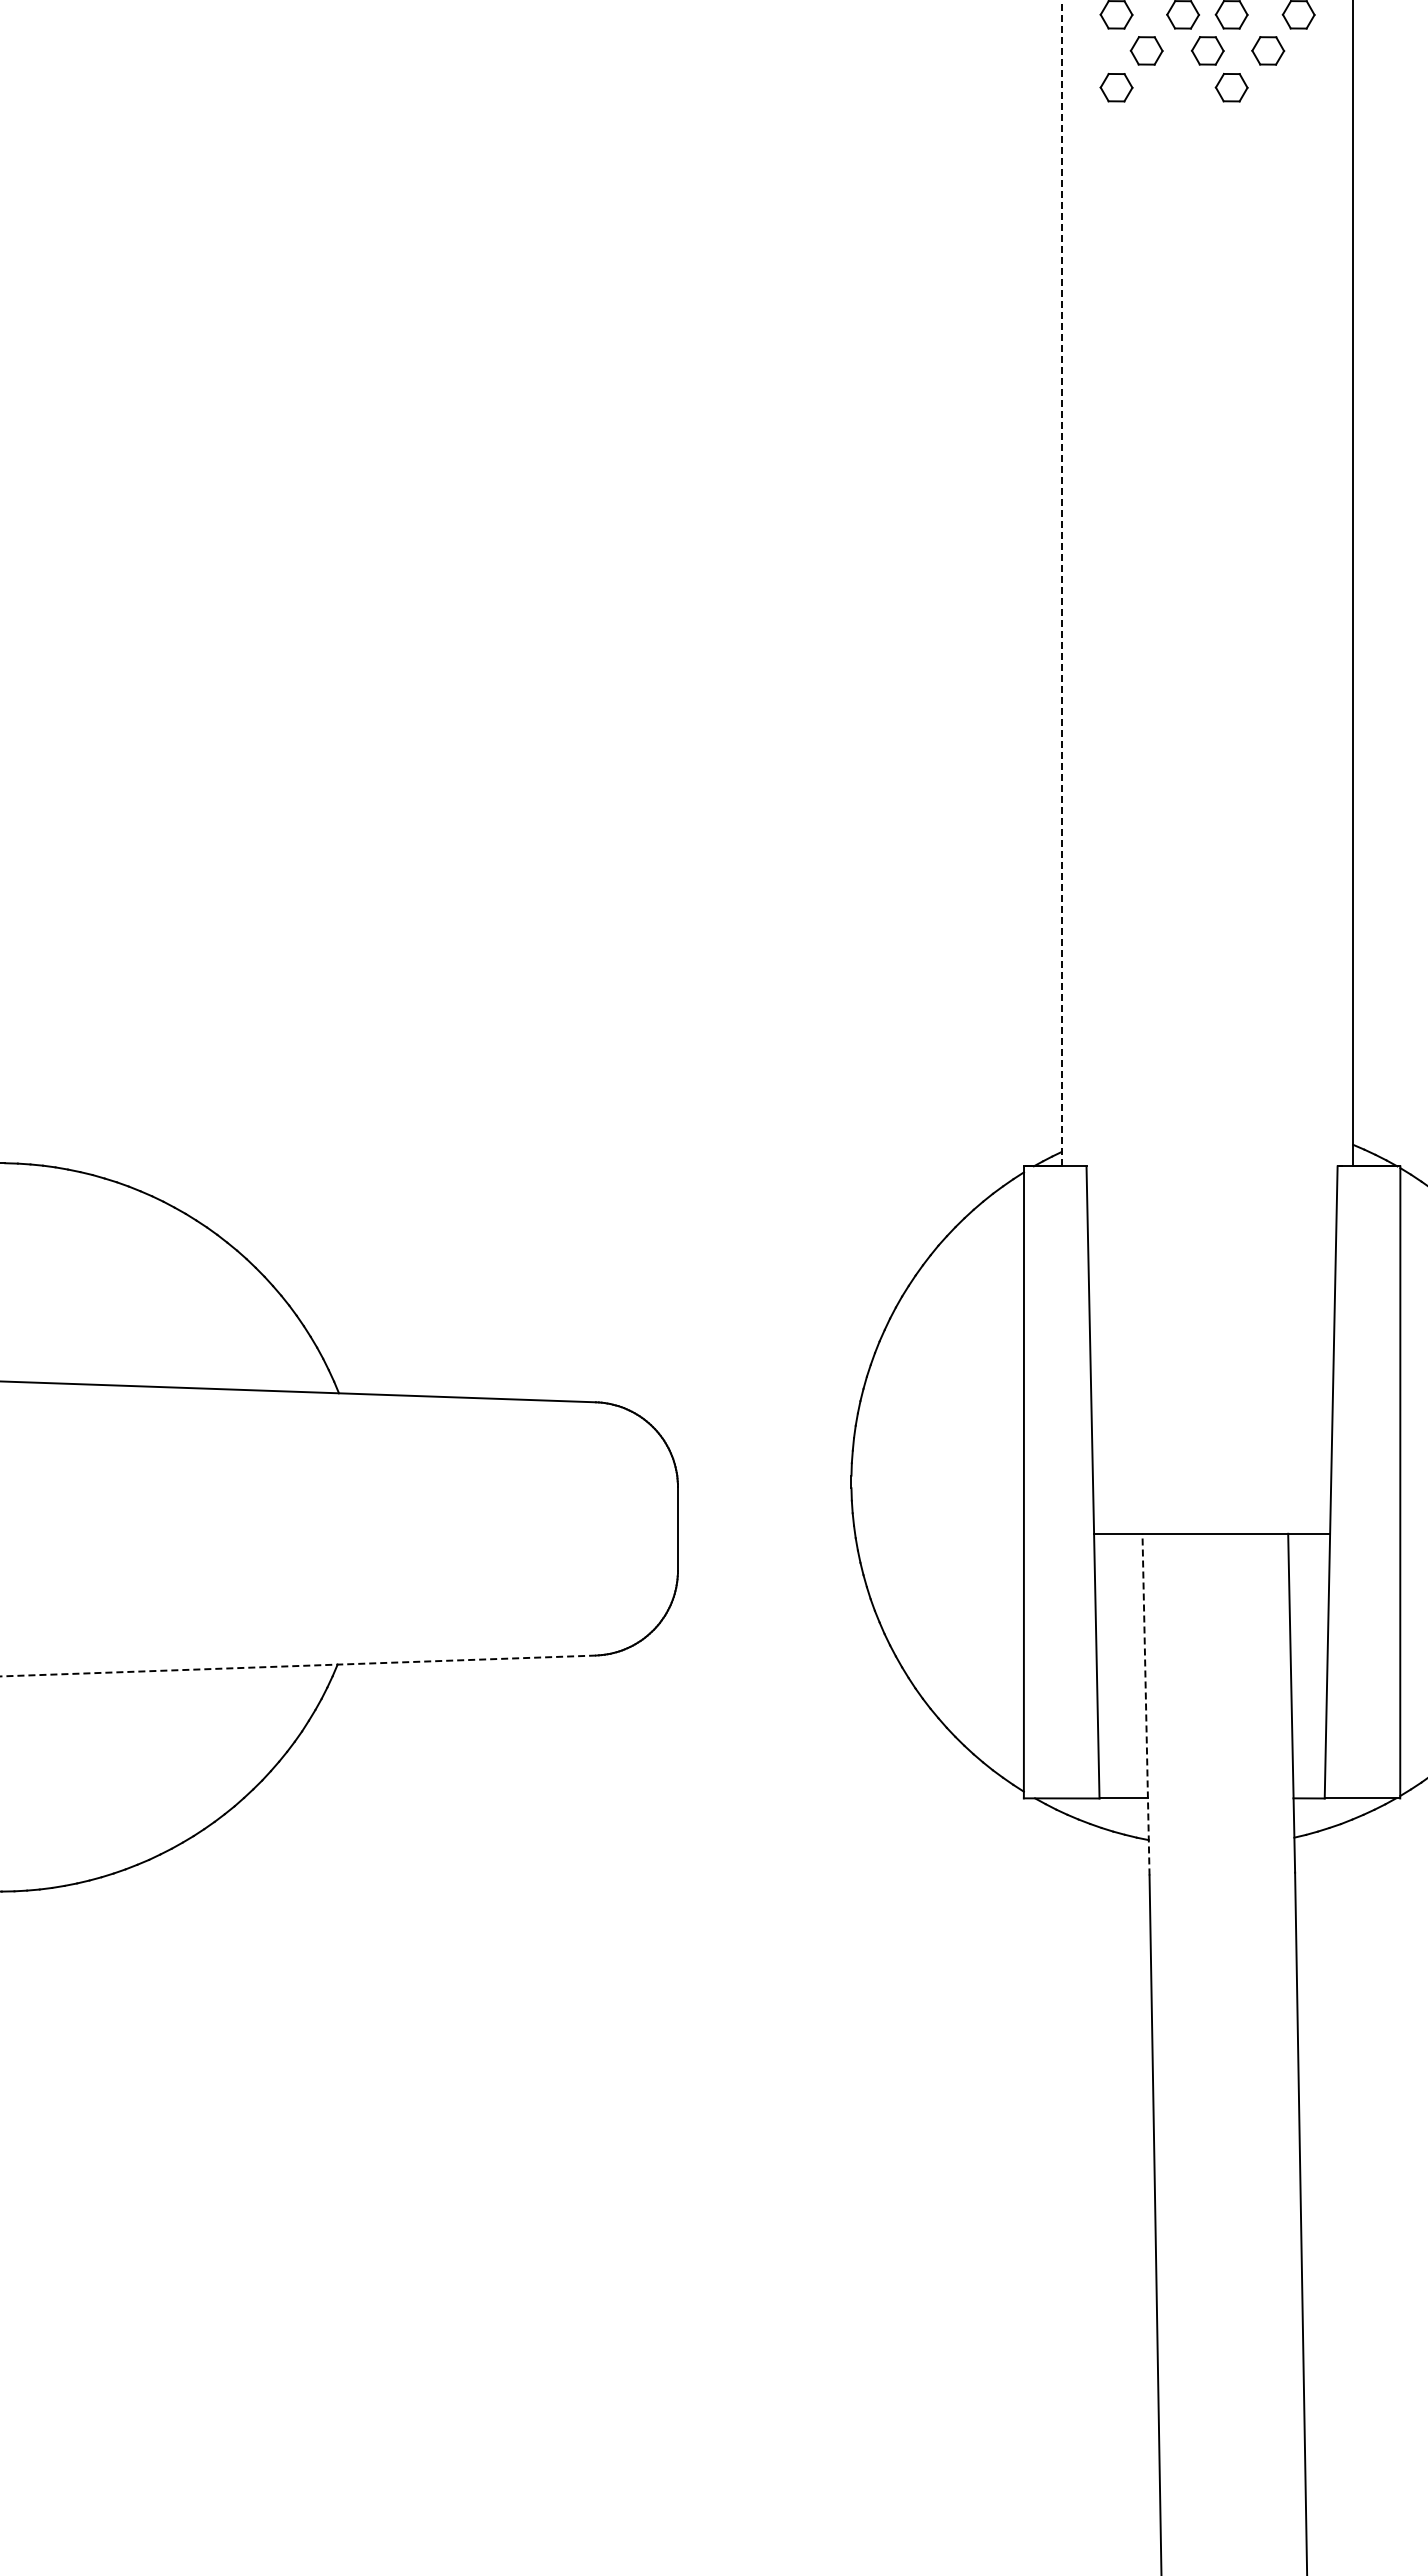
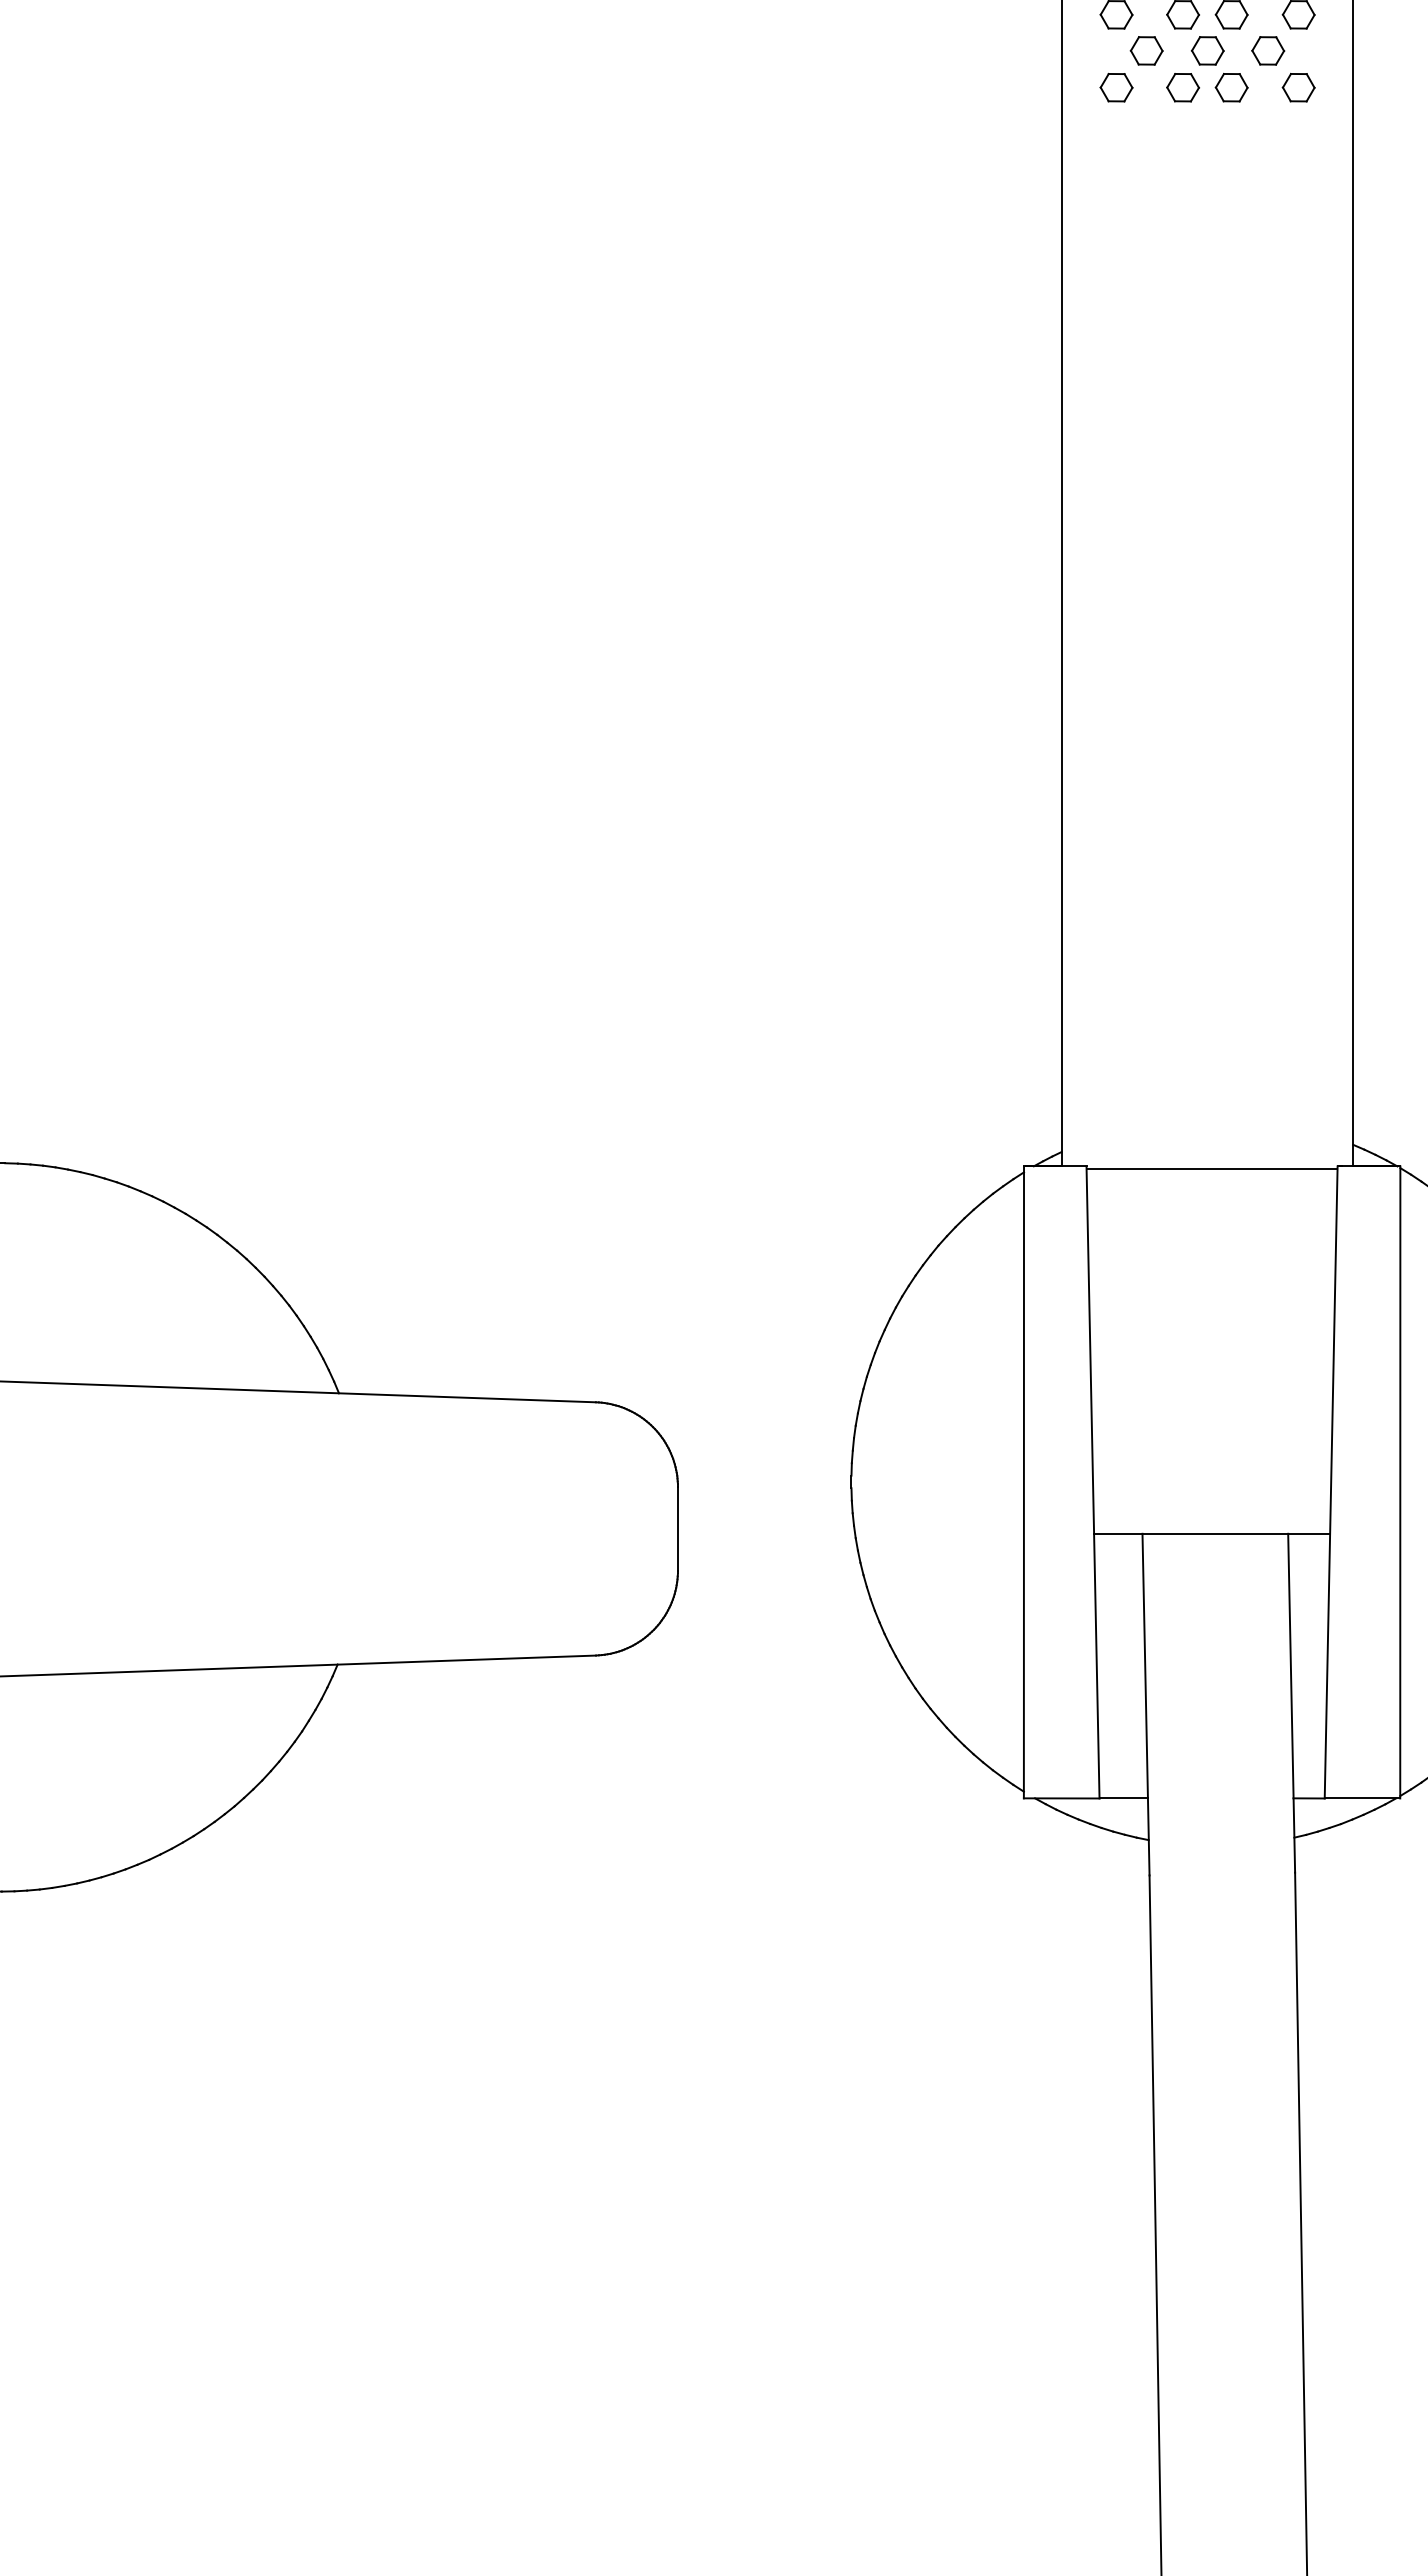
part at (1182, 87): none -> present
part at (1298, 87): none -> present
line at (1061, 583): dashed -> solid
line at (1211, 1169): none -> present
line at (298, 1666): dashed -> solid
line at (1146, 1704): dashed -> solid
